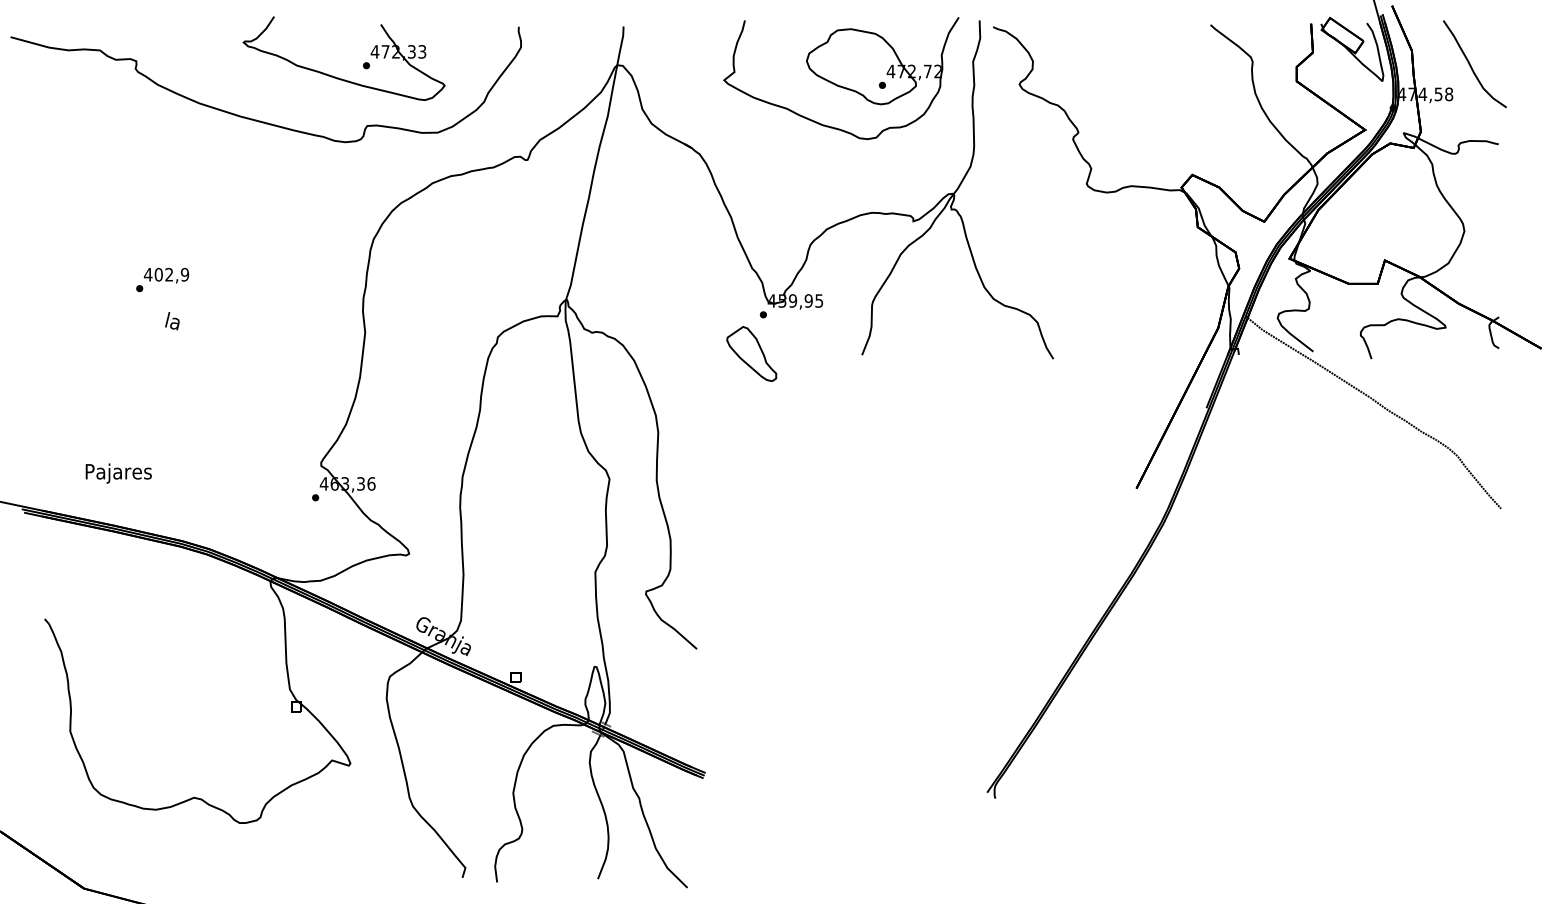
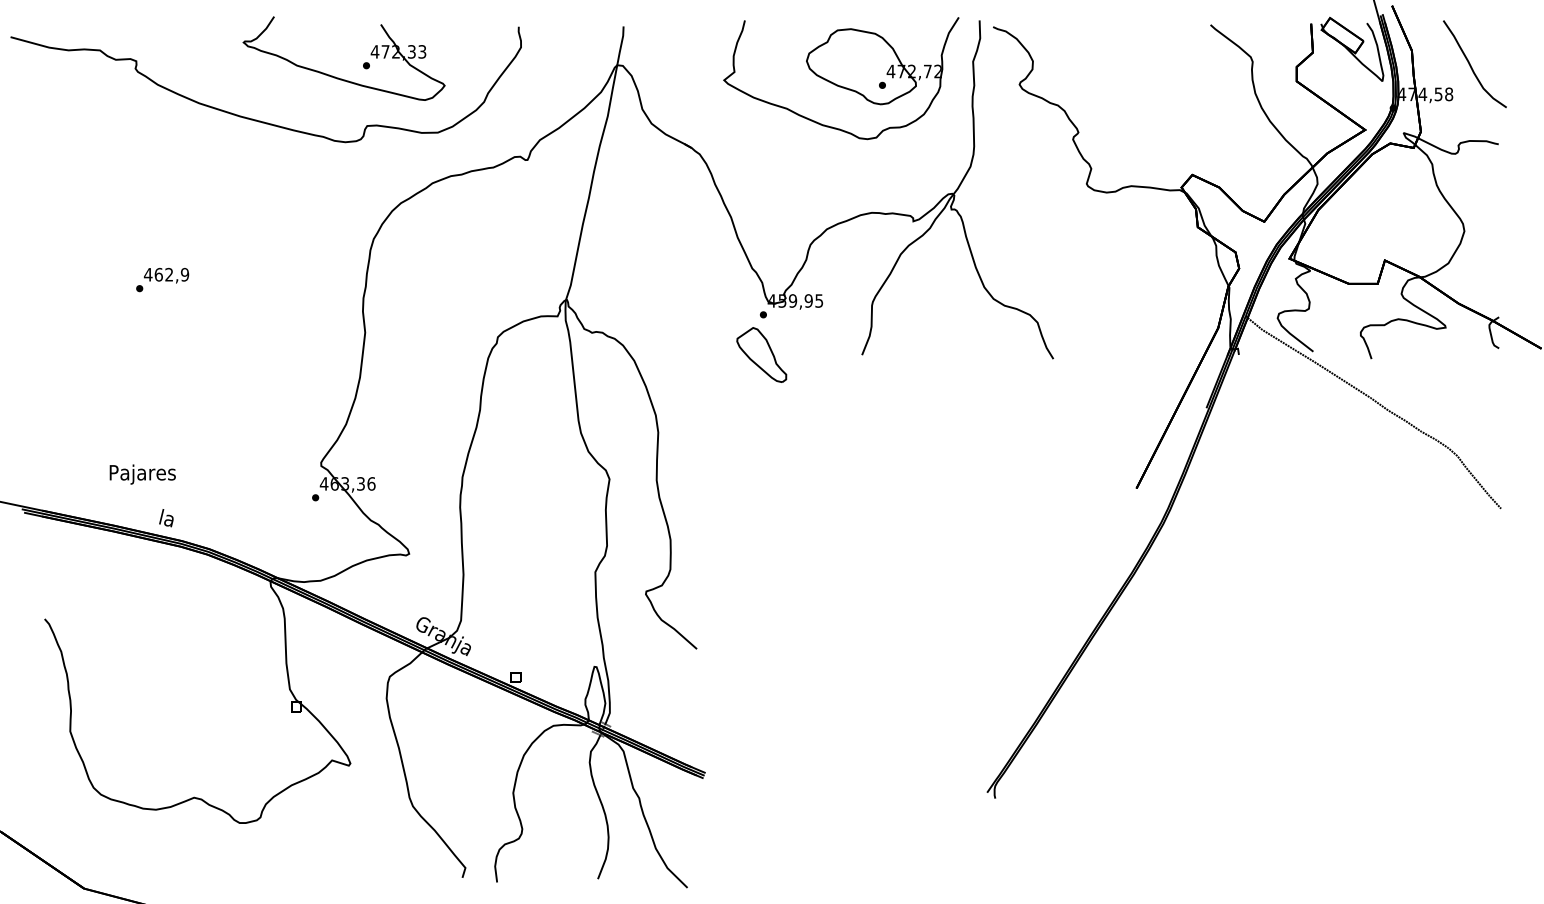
text at (158, 274): 402,9 -> 462,9
text at (172, 321) position: (172, 321) -> (166, 518)
part at (751, 353) position: (751, 353) -> (761, 354)
text at (118, 473) position: (118, 473) -> (142, 474)
